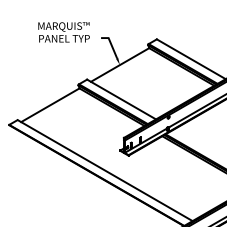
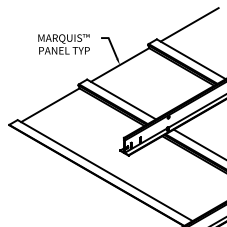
line at (189, 24): none -> present
text at (63, 32) position: (63, 32) -> (63, 44)
line at (198, 143): none -> present
